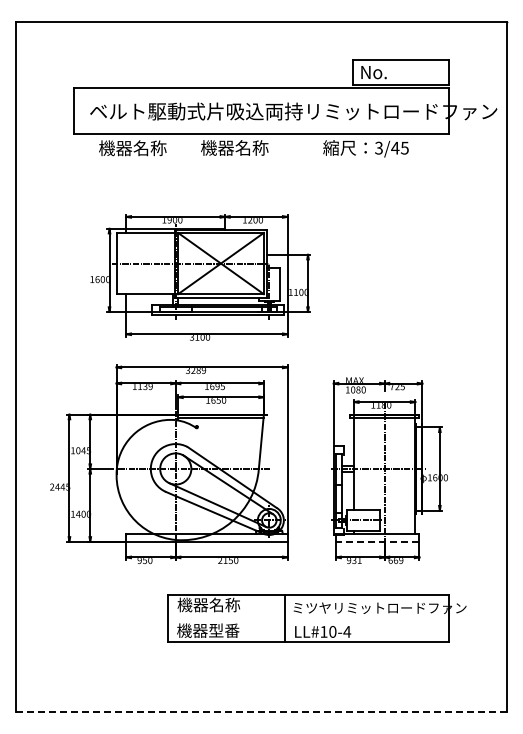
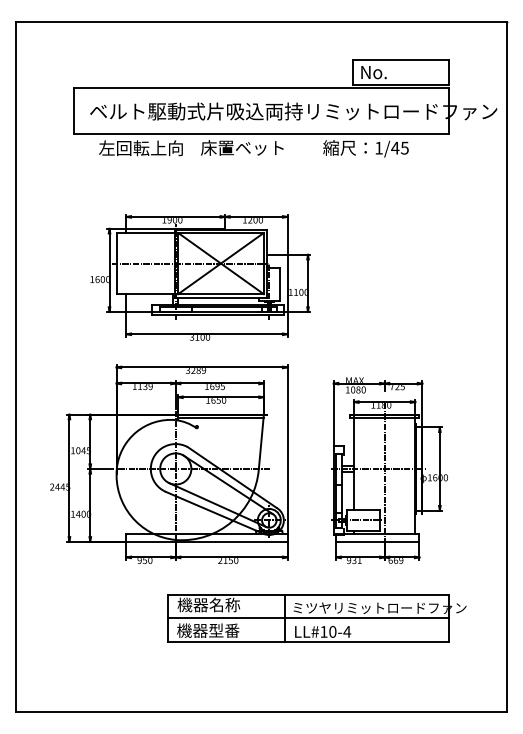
text at (242, 147): 機器名称 -> 床置ベット
text at (378, 147): 3/45 -> 1/45
text at (140, 148): 機器名称 -> 左回転上向
line at (377, 541): dashed -> solid
line at (307, 618): none -> present
line at (261, 711): dashed -> solid
